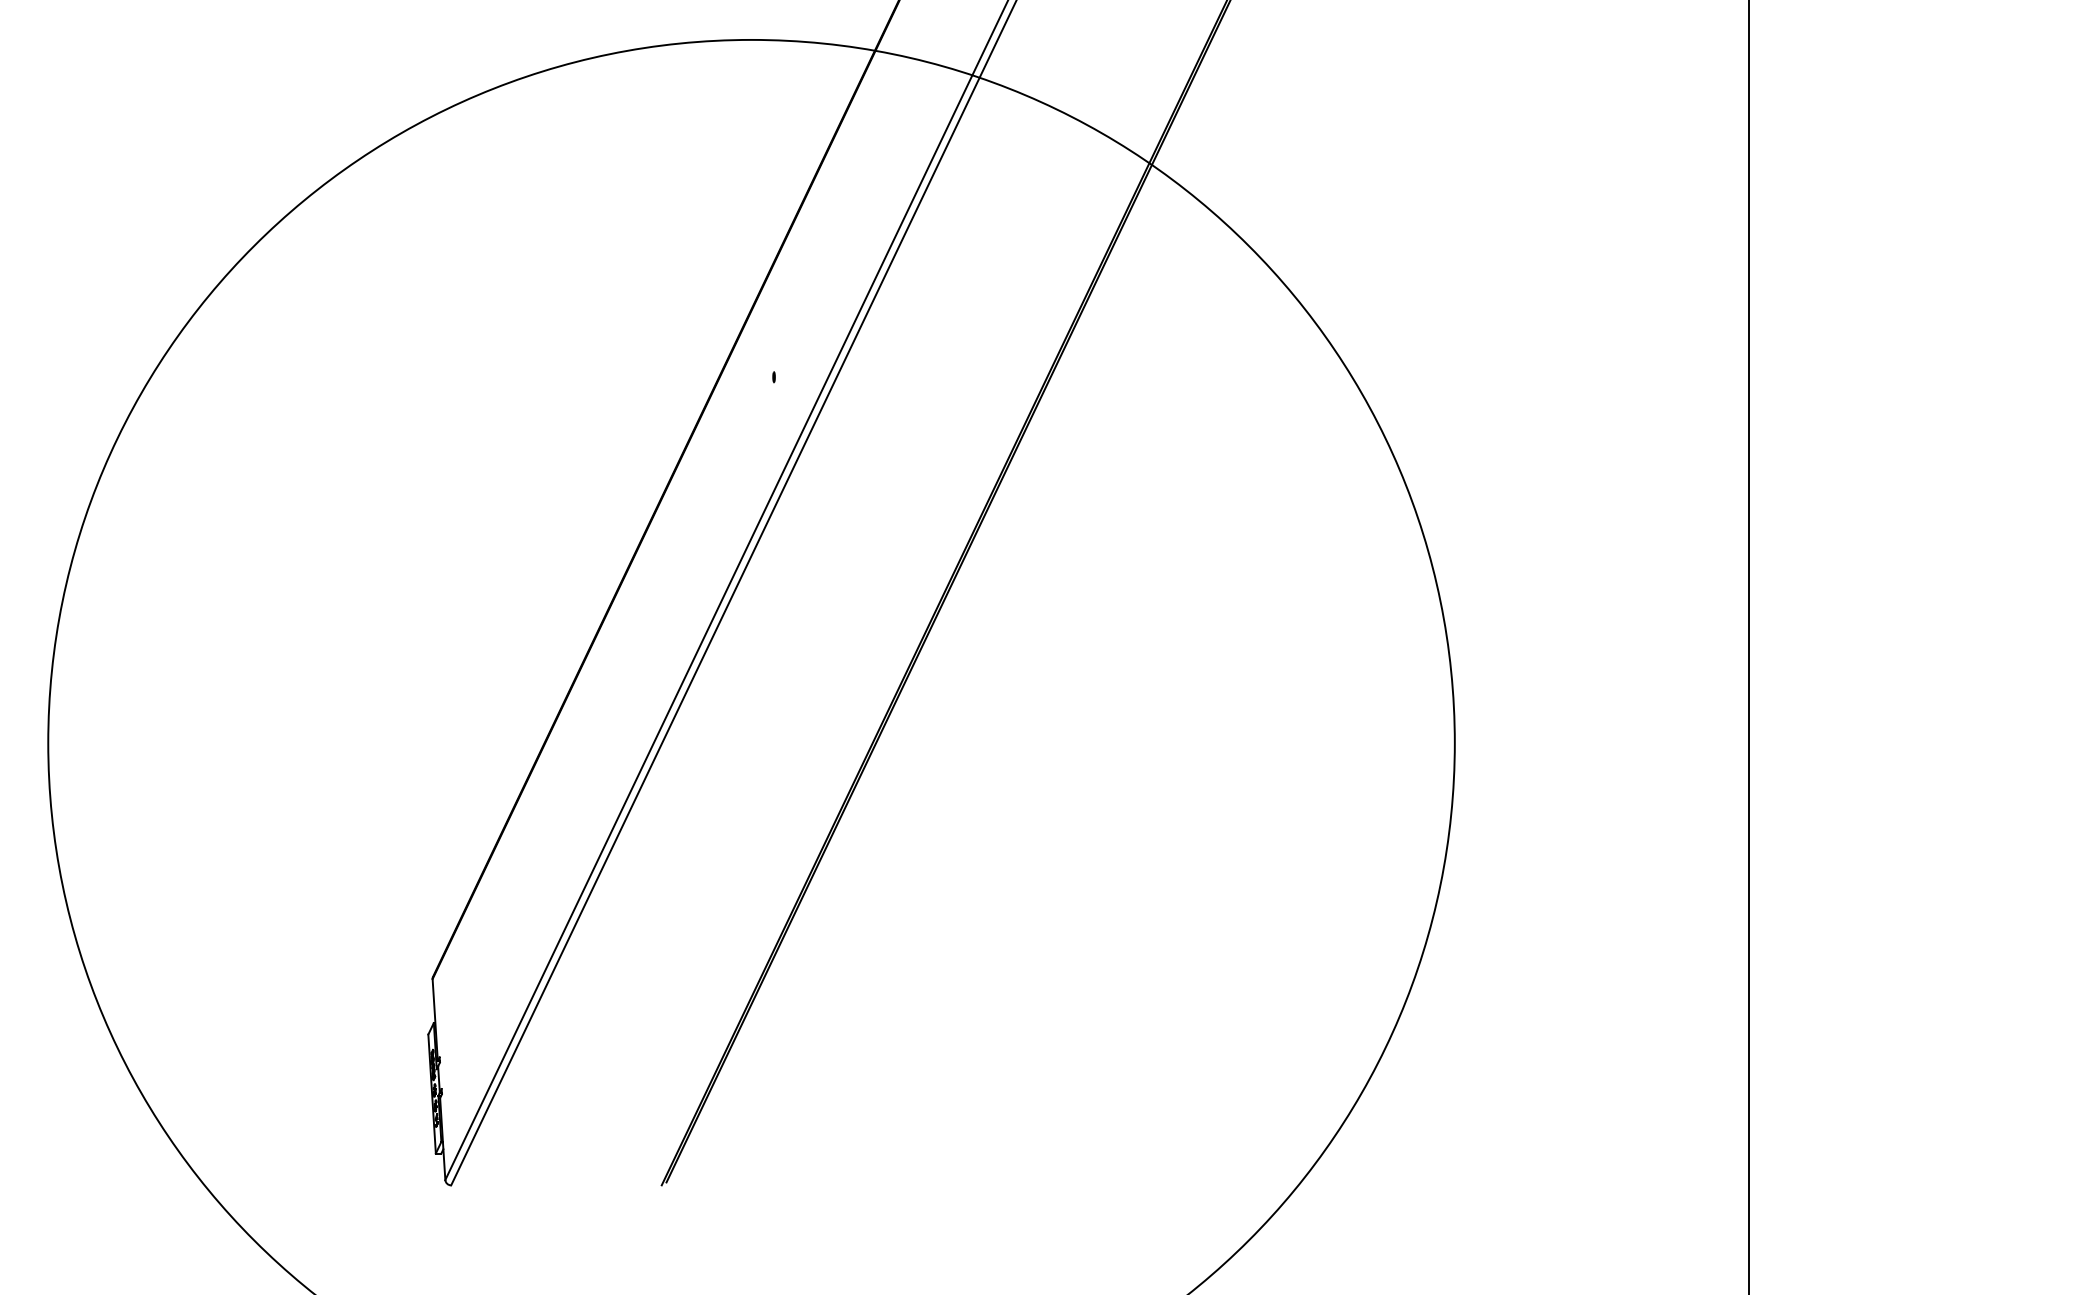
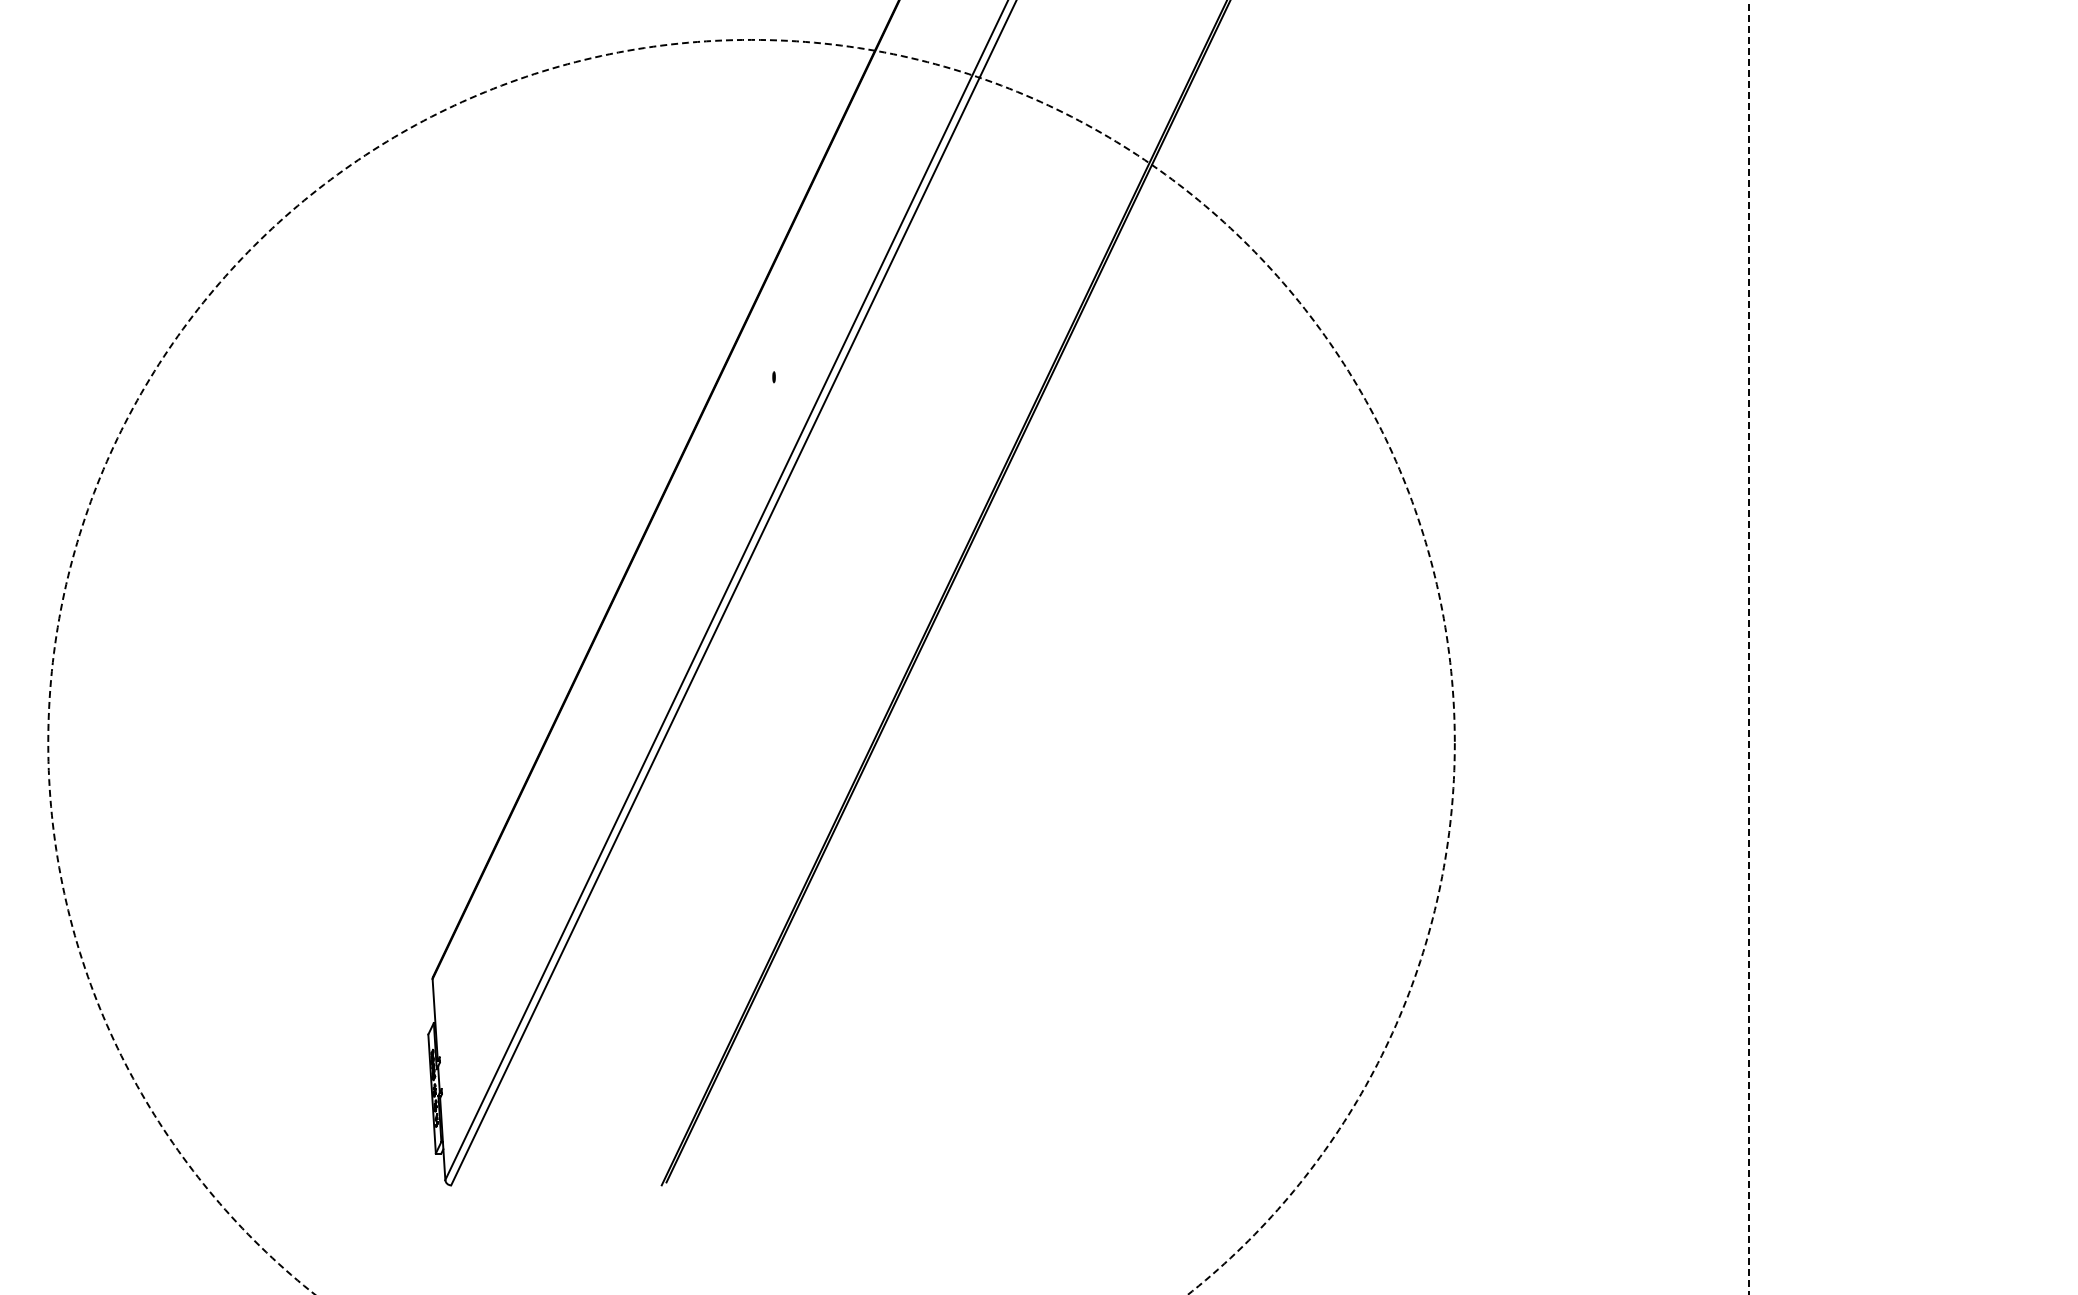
line at (1748, 648): solid -> dashed
circle at (751, 666): solid -> dashed
